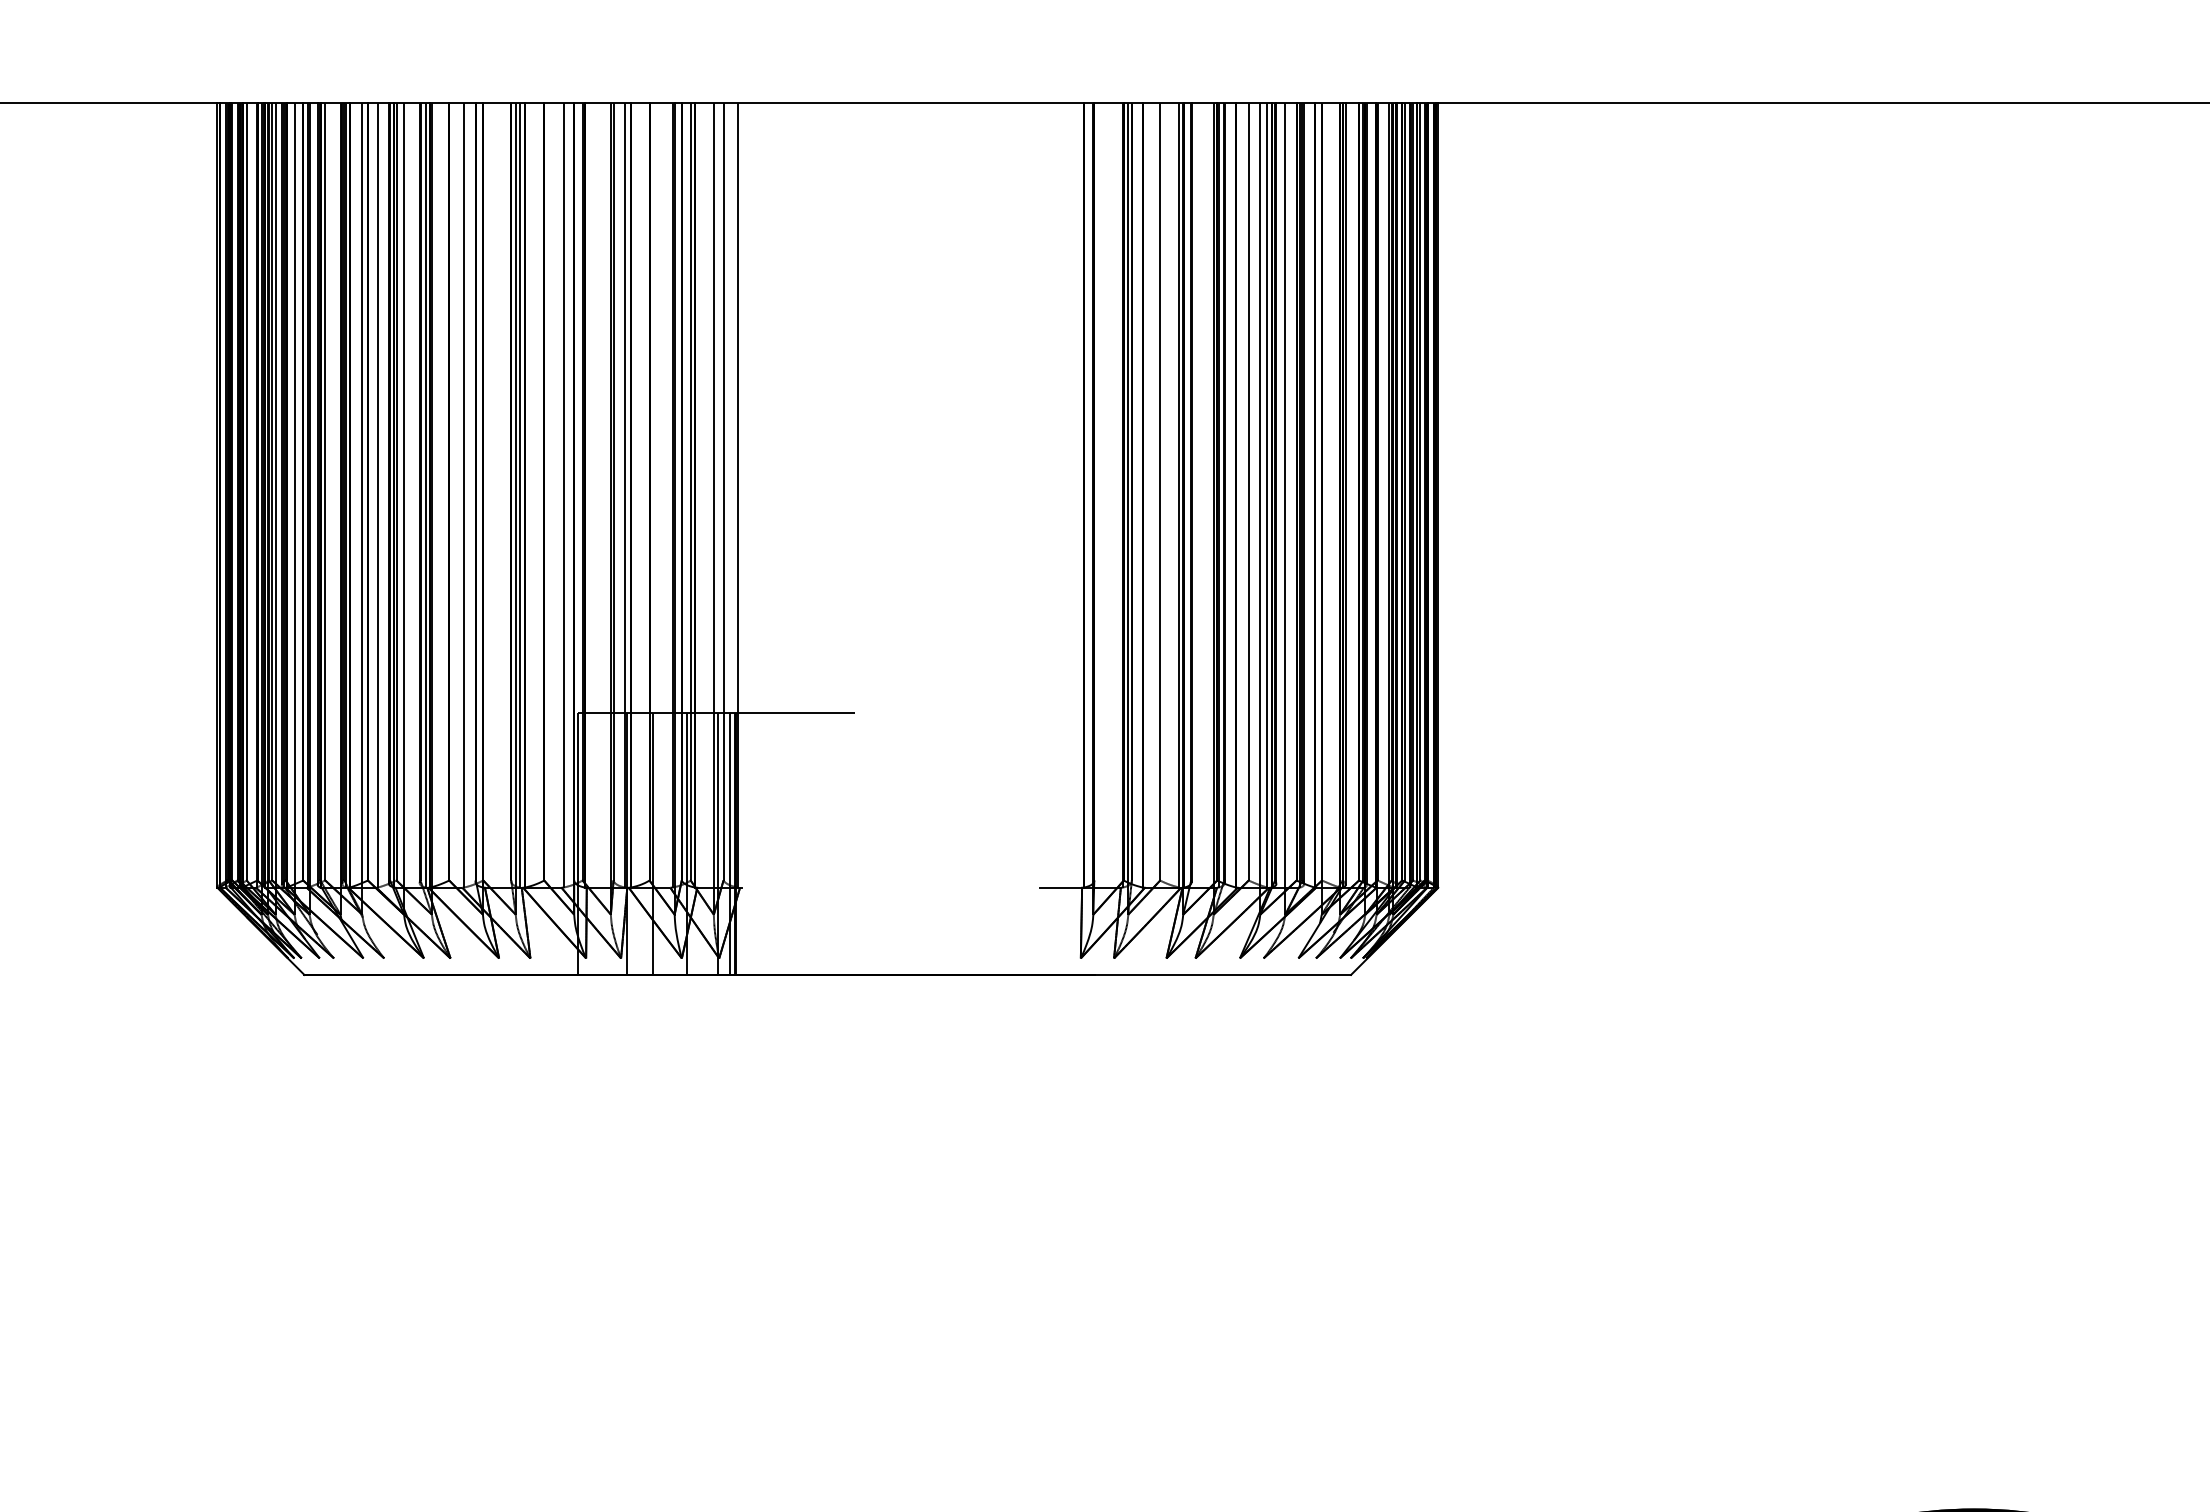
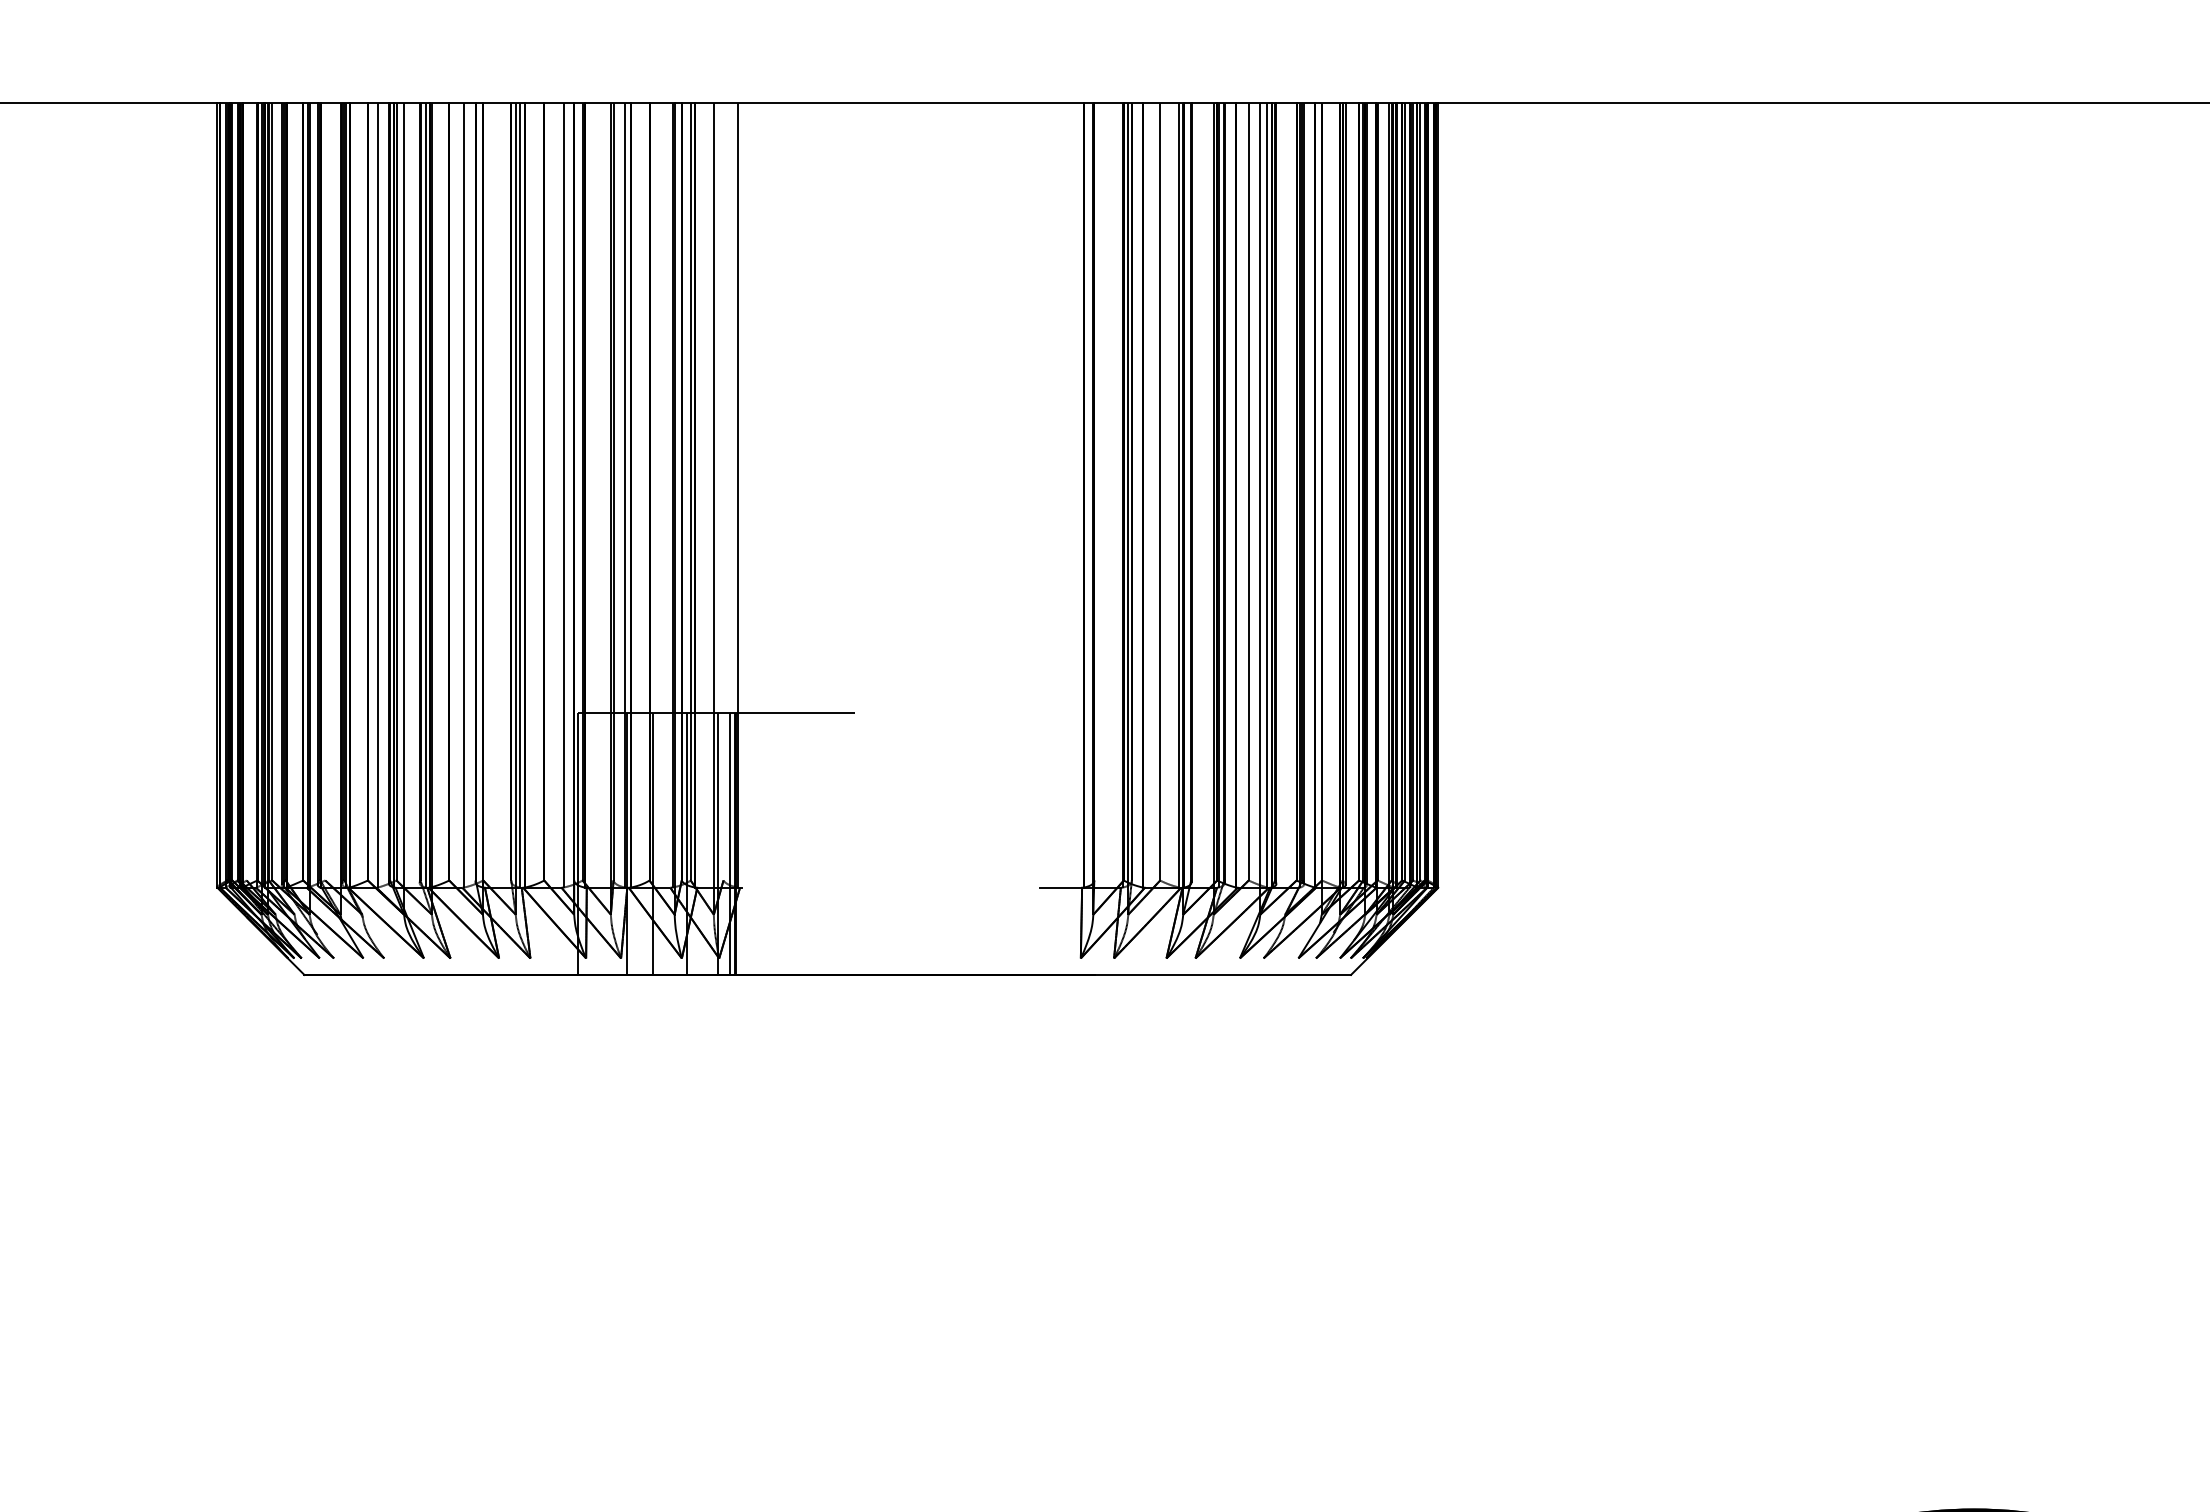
line at (246, 491): present -> none
line at (325, 491): present -> none
line at (723, 491): present -> none
line at (275, 508): present -> none
line at (294, 508): present -> none
line at (362, 508): present -> none
line at (1285, 508): present -> none
